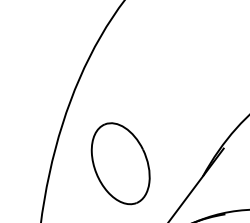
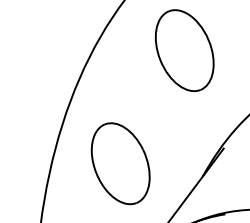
part at (184, 50): none -> present
